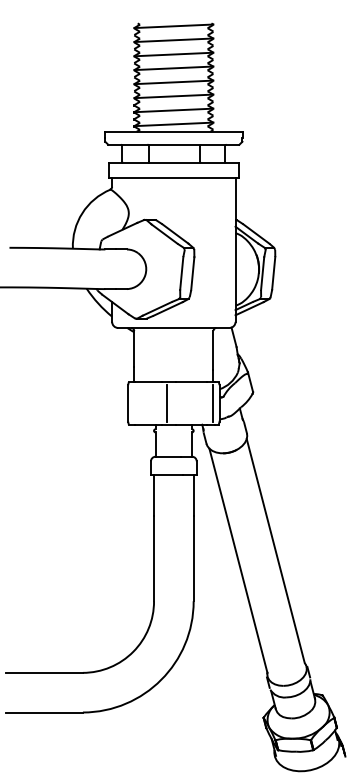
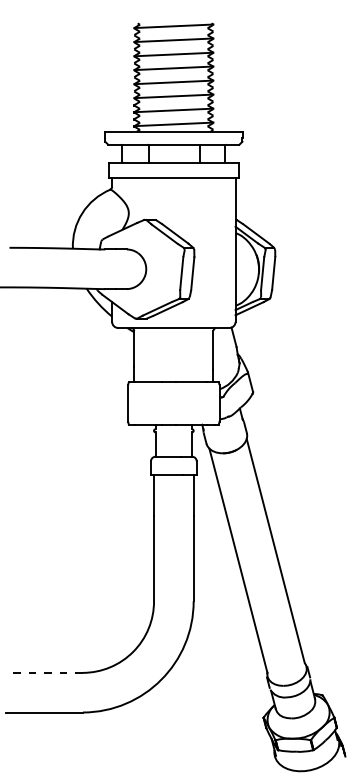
line at (167, 403): present -> none
line at (213, 403): present -> none
line at (44, 672): solid -> dashed
